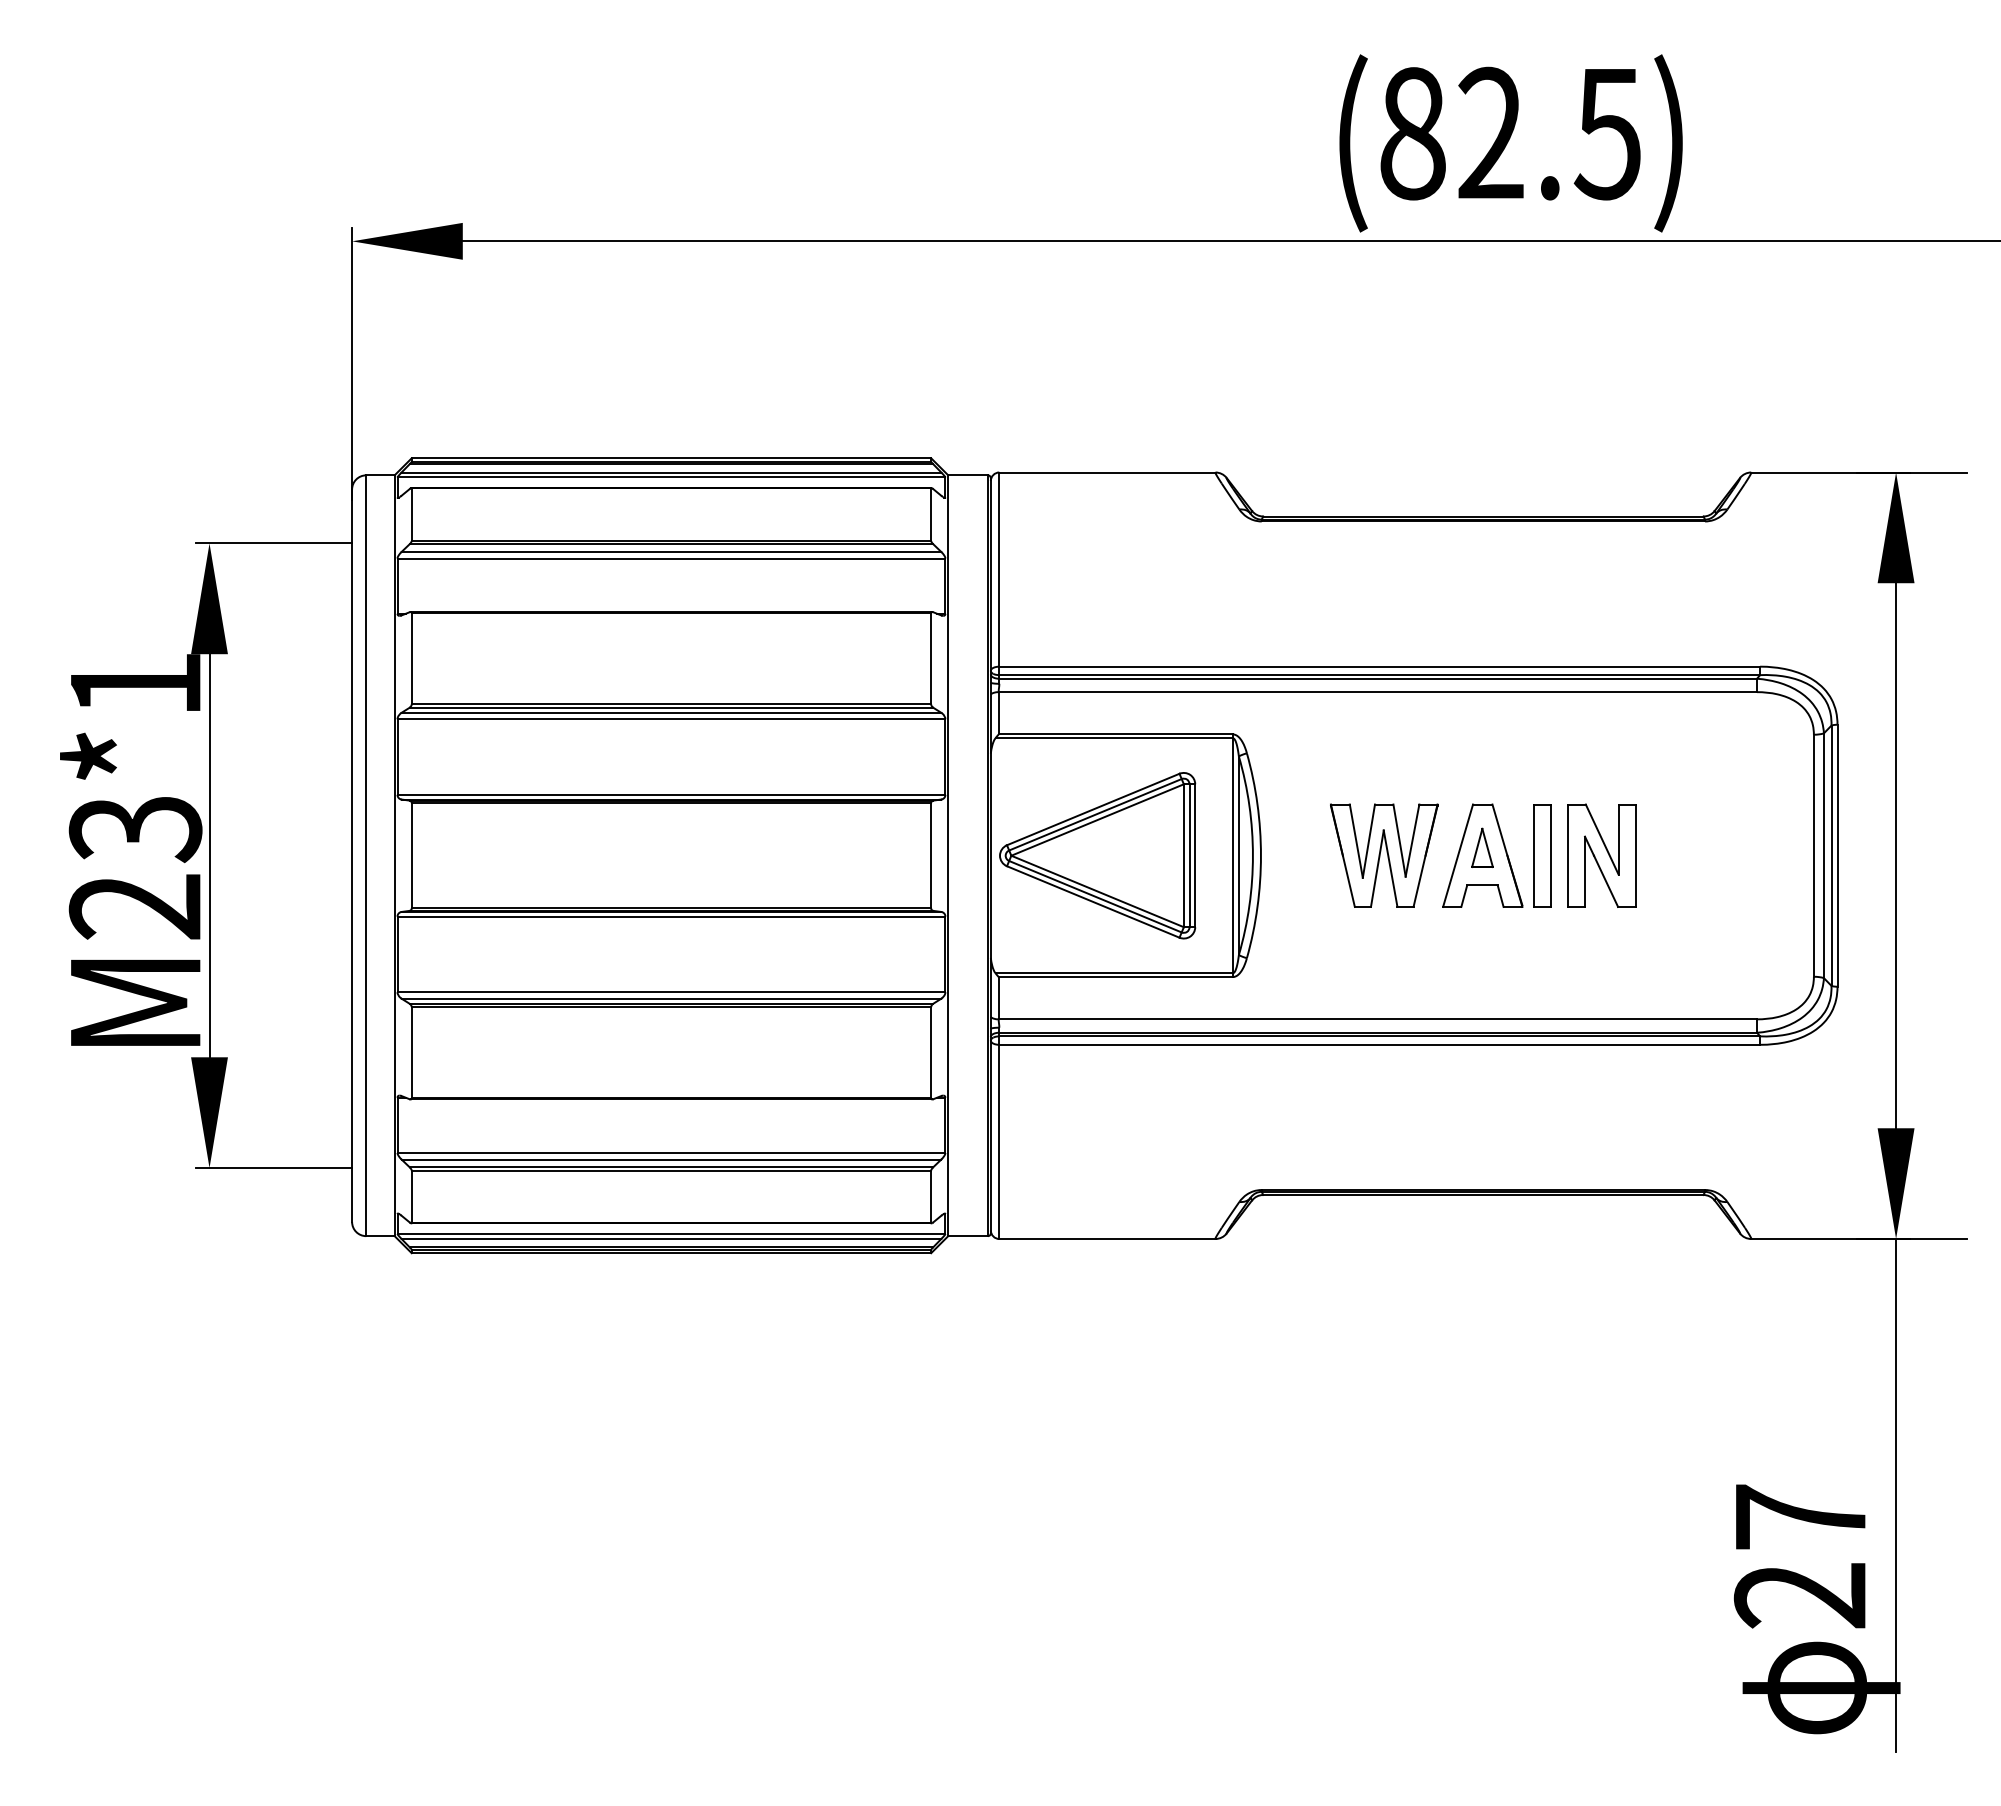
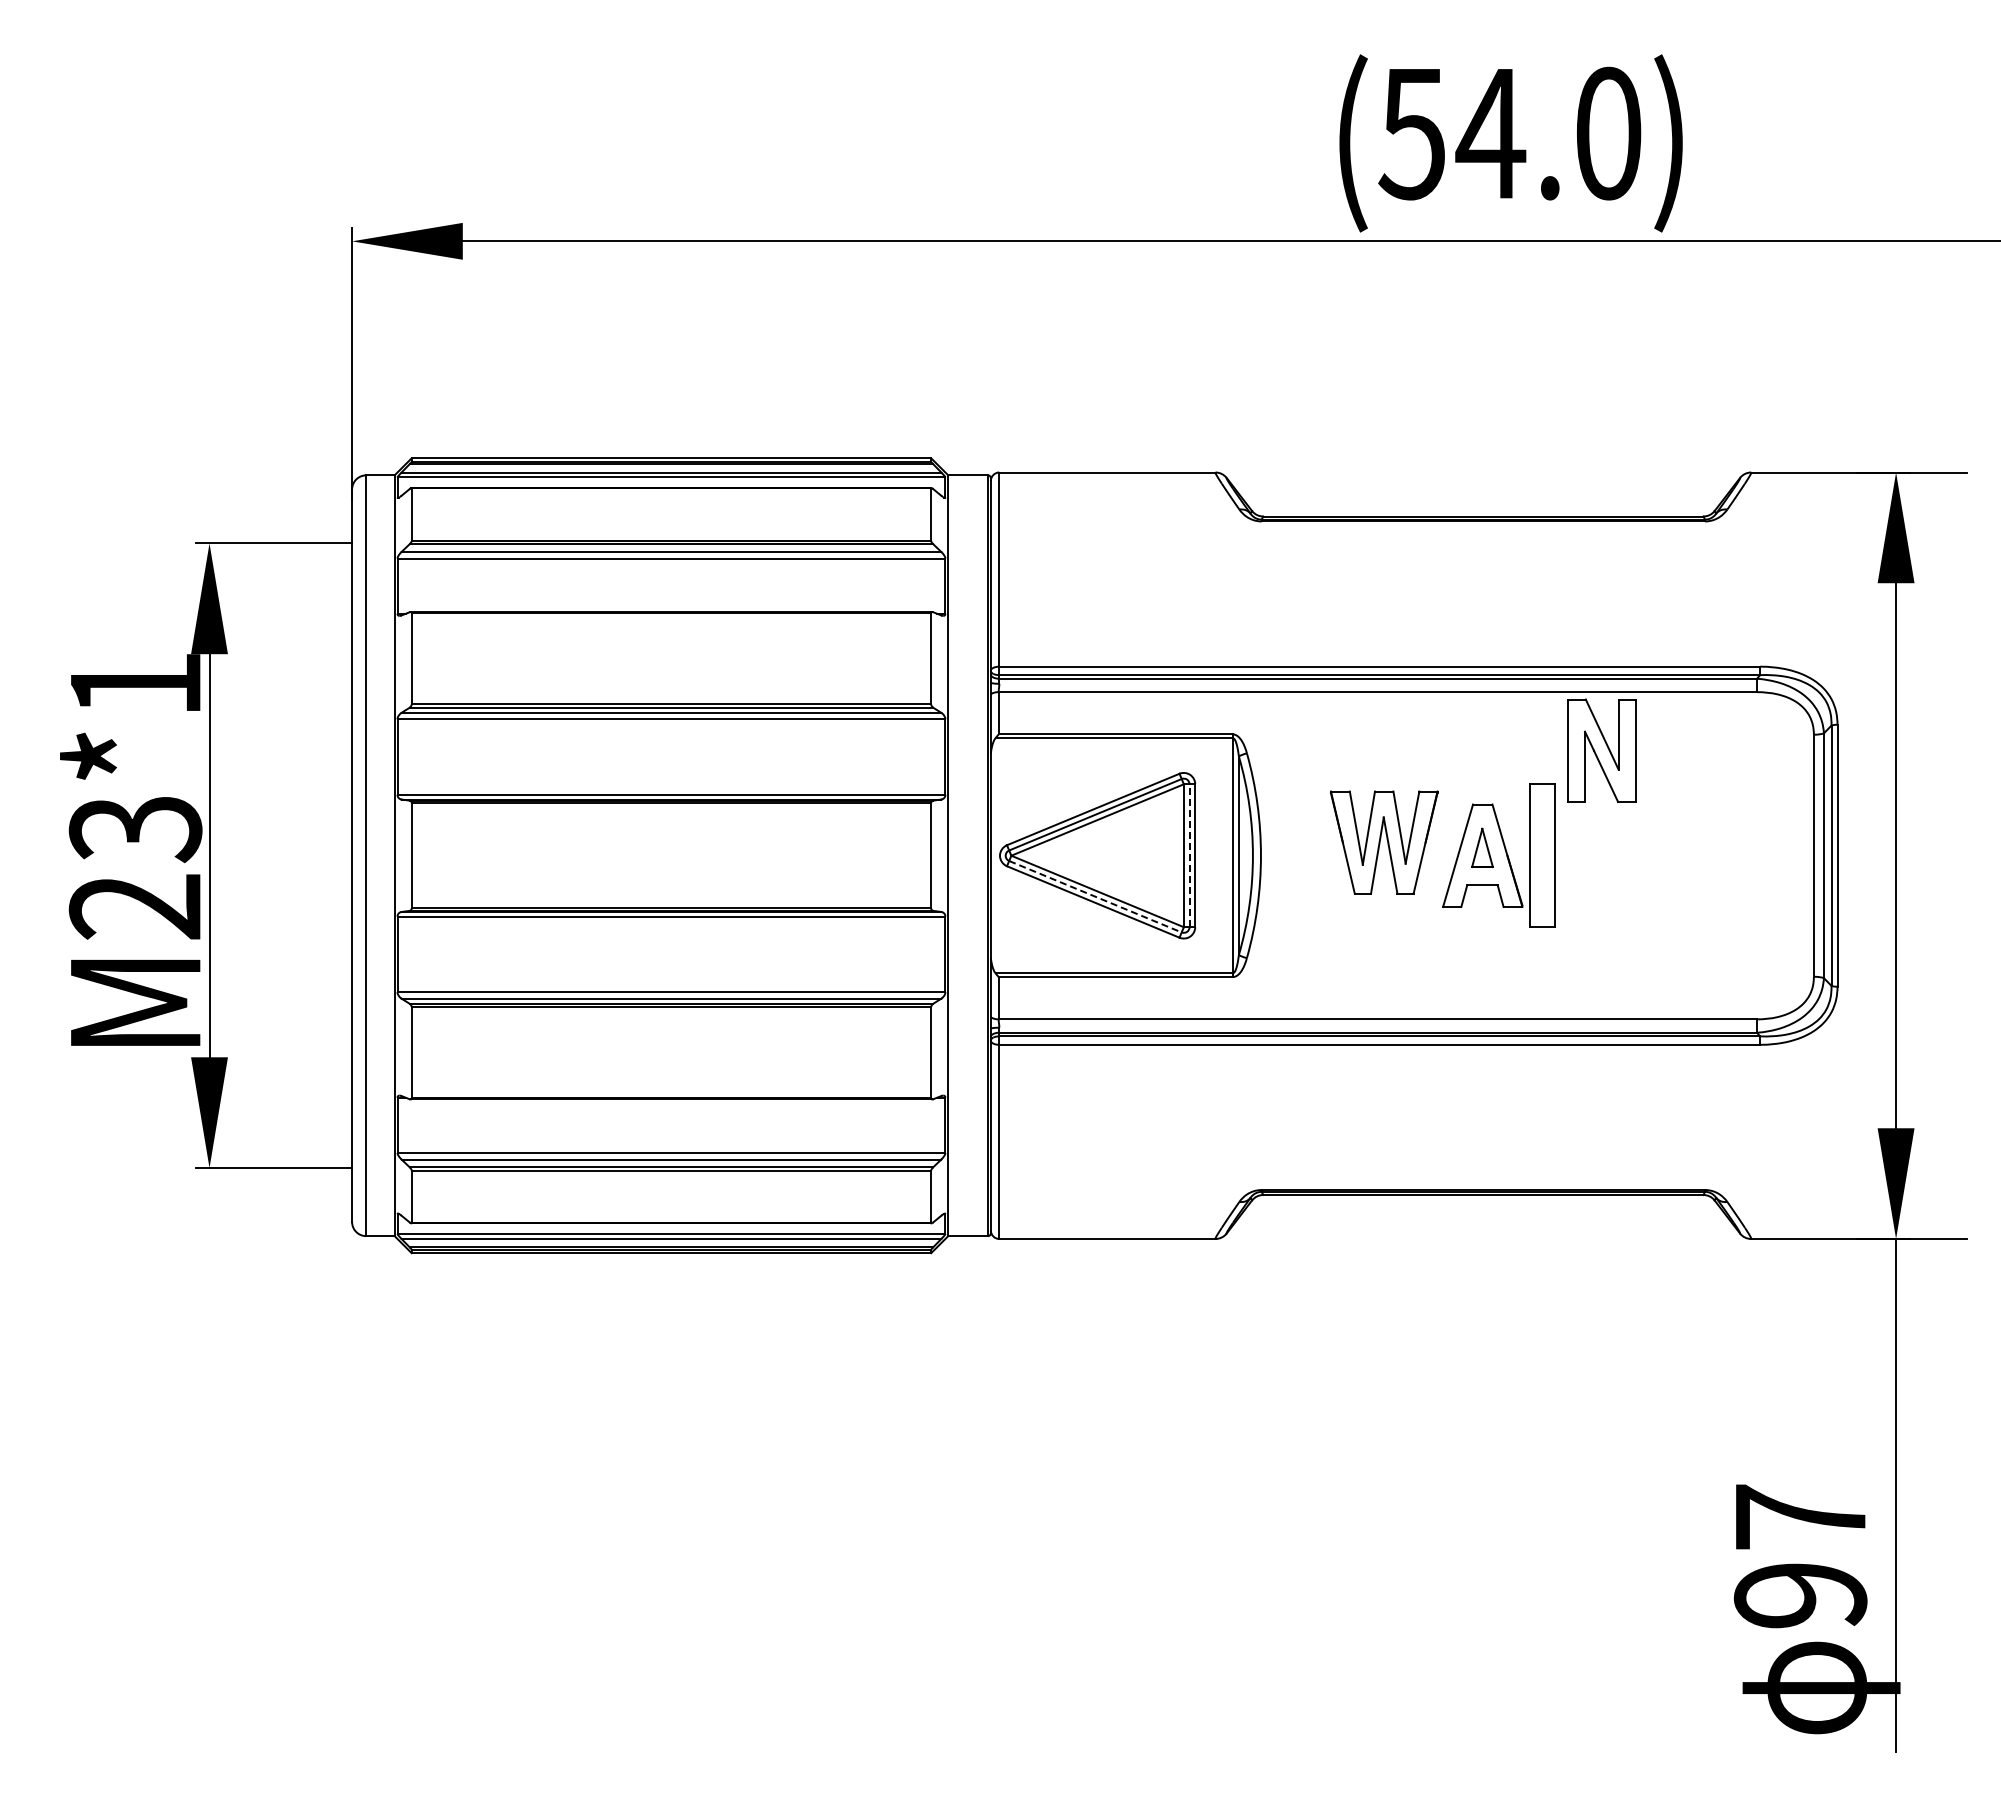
text at (1509, 133): (82.5) -> (54.0)
line at (1189, 855): solid -> dashed
part at (1384, 855) position: (1384, 855) -> (1384, 842)
part at (1542, 855) size: 19x104 px -> 27x145 px
part at (1601, 855) position: (1601, 855) -> (1601, 750)
line at (1095, 896): solid -> dashed
text at (1800, 1595): 27 -> 97
